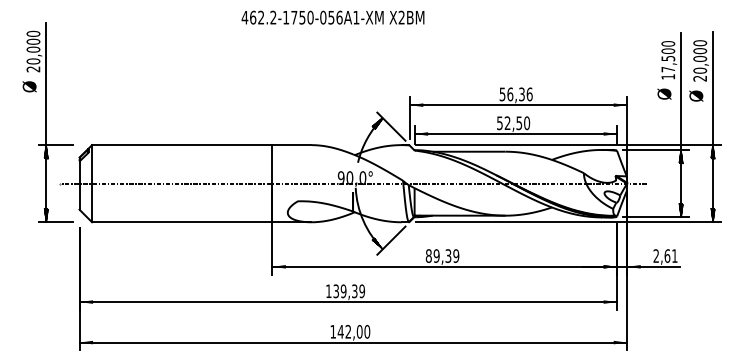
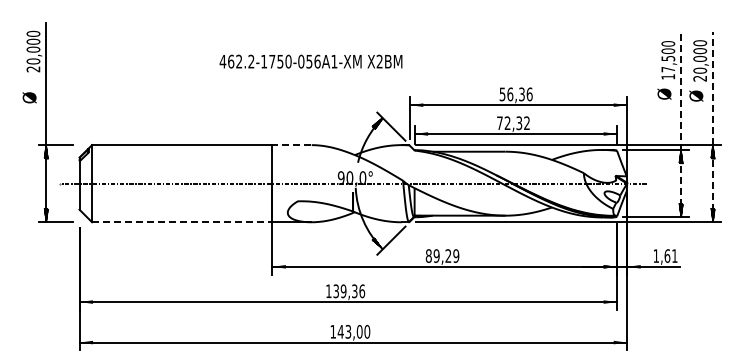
text at (332, 17) position: (332, 17) -> (310, 61)
text at (29, 86) position: (29, 86) -> (29, 97)
text at (513, 123): 52,50 -> 72,32
line at (681, 125): solid -> dashed
line at (712, 126): solid -> dashed
line at (291, 145): solid -> dashed
line at (182, 222): solid -> dashed
text at (448, 255): 89,39 -> 89,29
text at (655, 255): 2,61 -> 1,61
text at (362, 291): 139,39 -> 139,36
text at (348, 331): 142,00 -> 143,00
